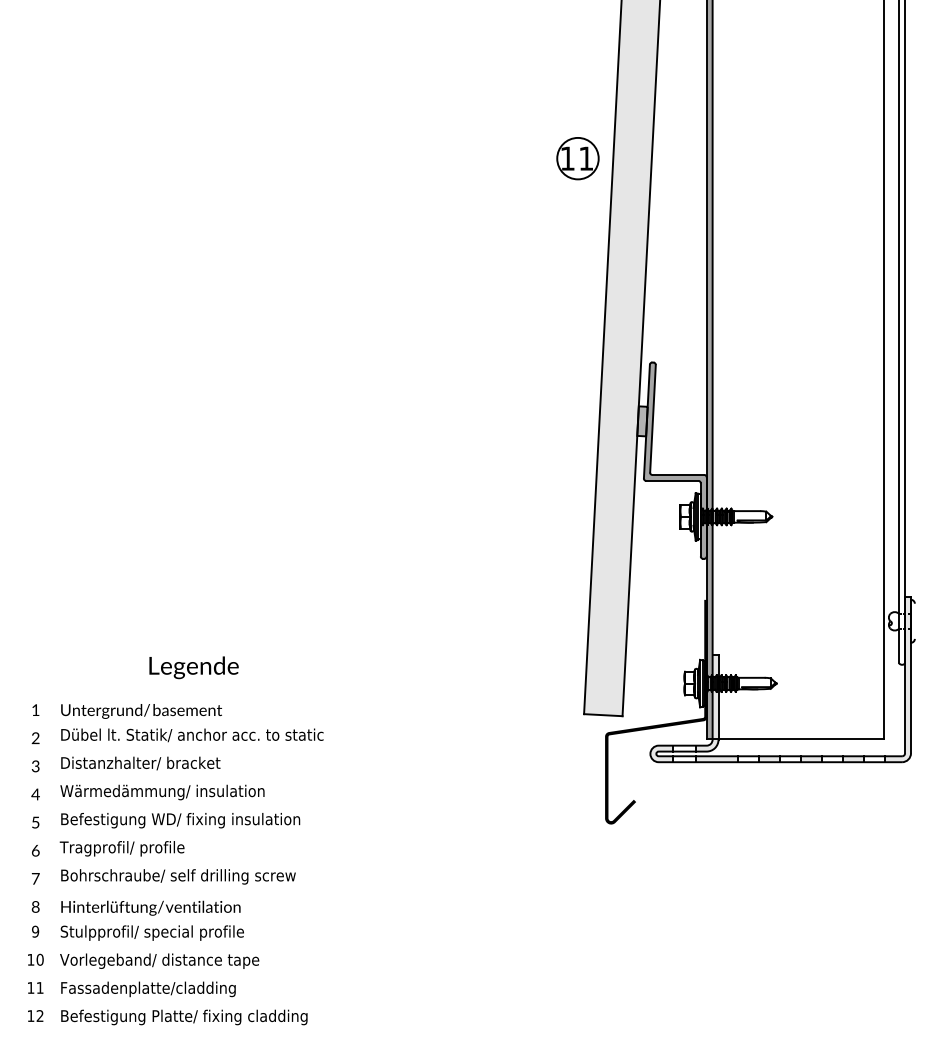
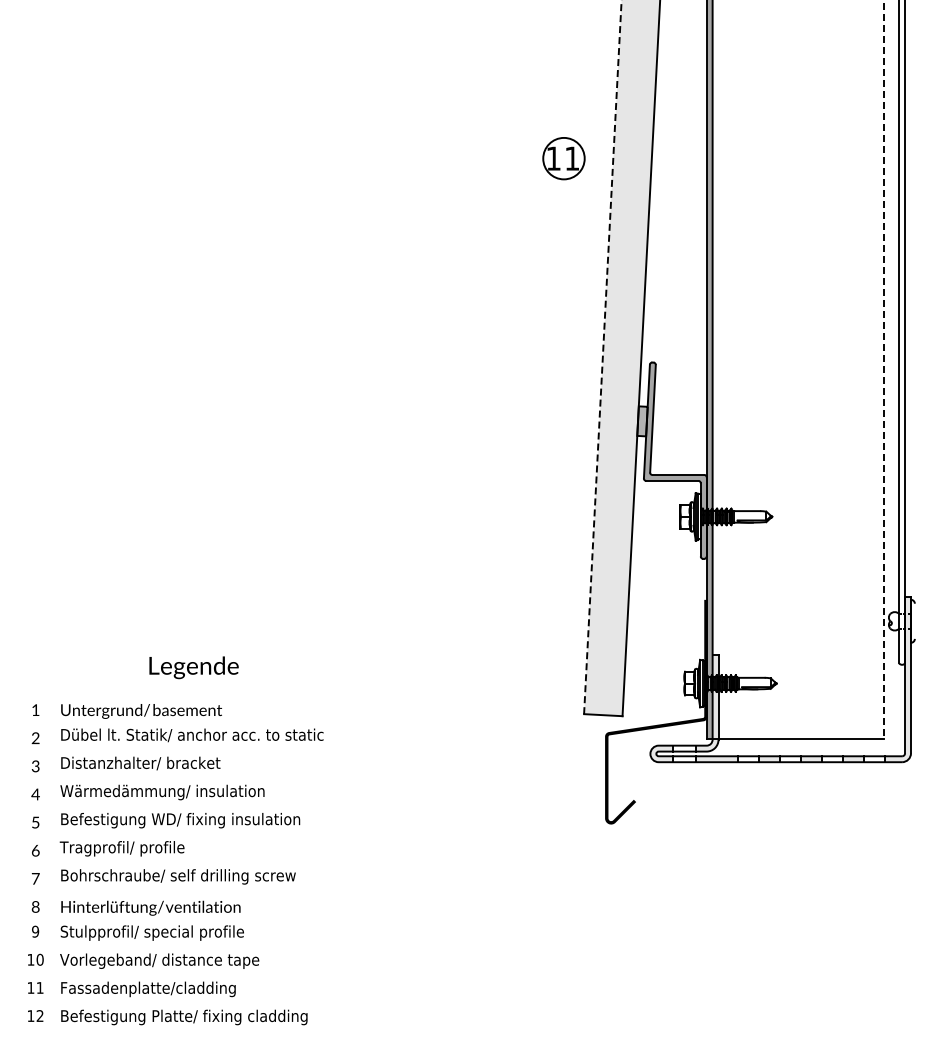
part at (577, 158) position: (577, 158) -> (563, 158)
line at (602, 356): solid -> dashed
line at (884, 370): solid -> dashed
